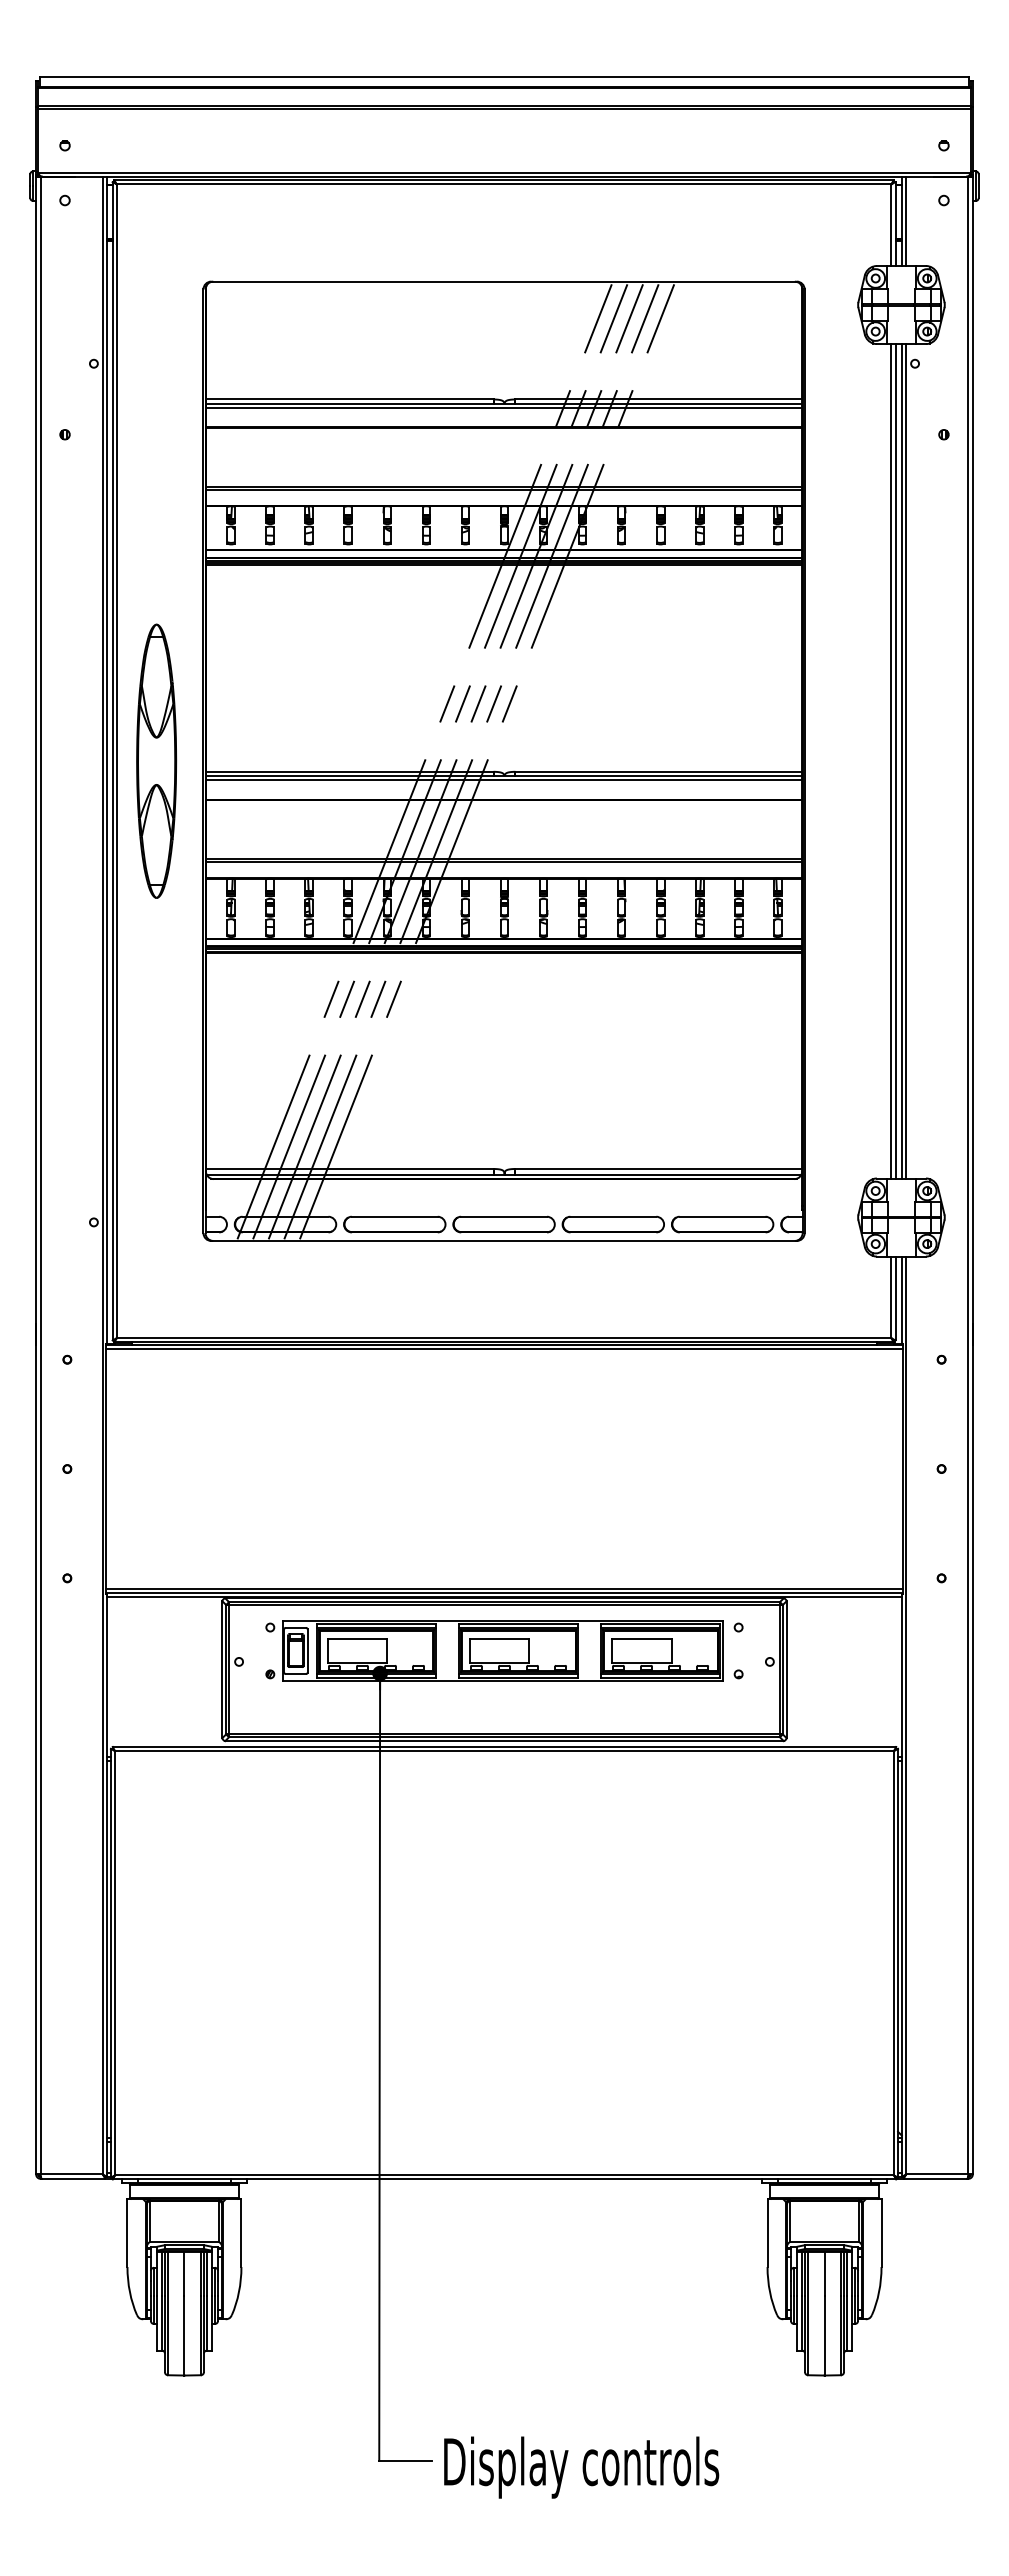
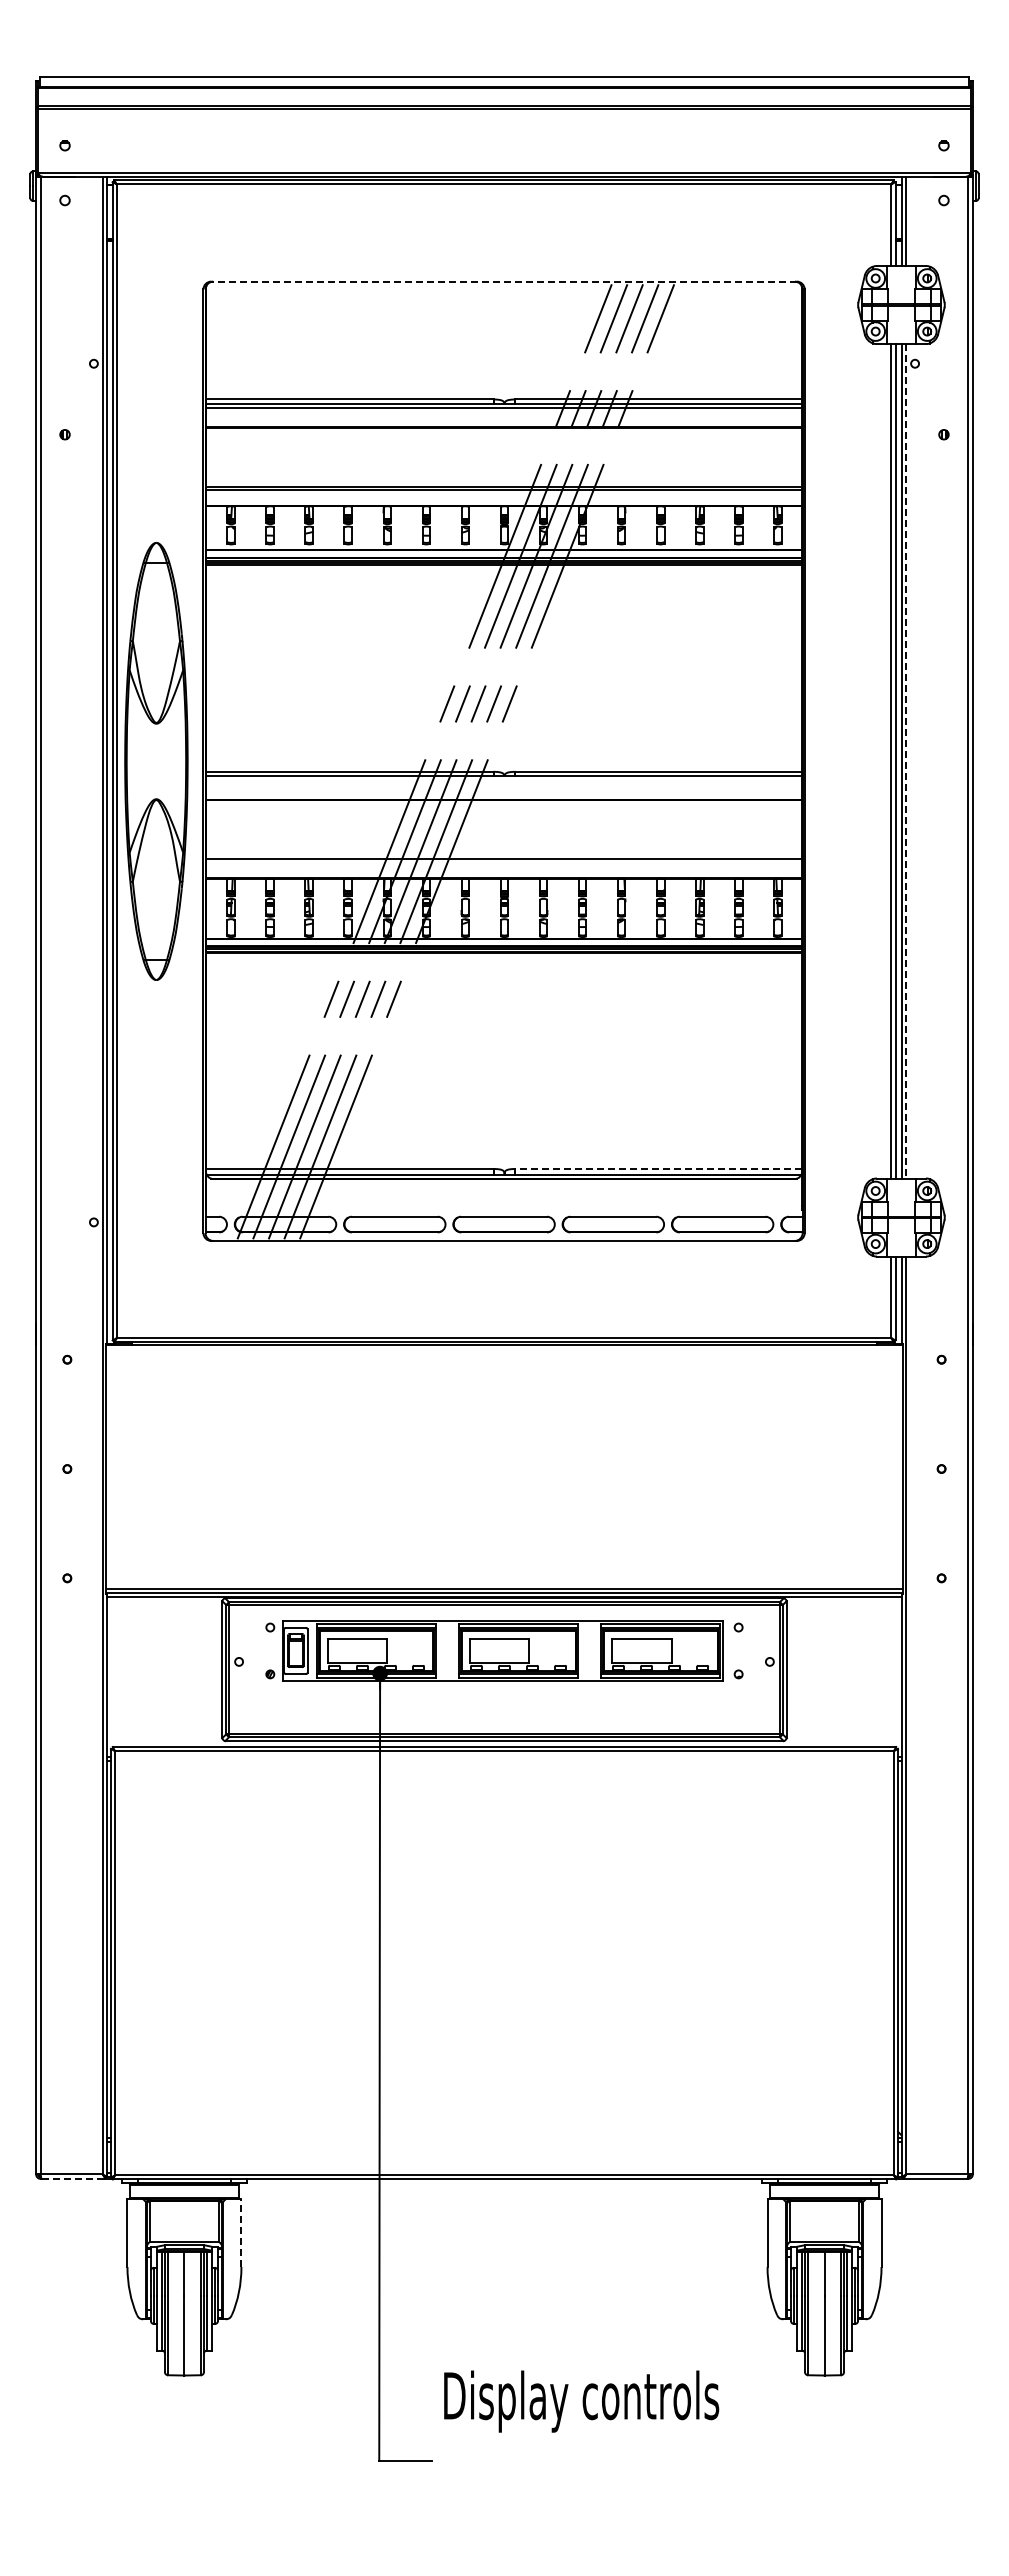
line at (504, 281): solid -> dashed
part at (156, 760) size: 42x276 px -> 65x439 px
line at (906, 761): solid -> dashed
line at (503, 780): present -> none
line at (503, 862): present -> none
line at (658, 1168): solid -> dashed
line at (504, 1348): present -> none
line at (73, 2178): solid -> dashed
line at (241, 2233): solid -> dashed
text at (581, 2467) position: (581, 2467) -> (581, 2401)
